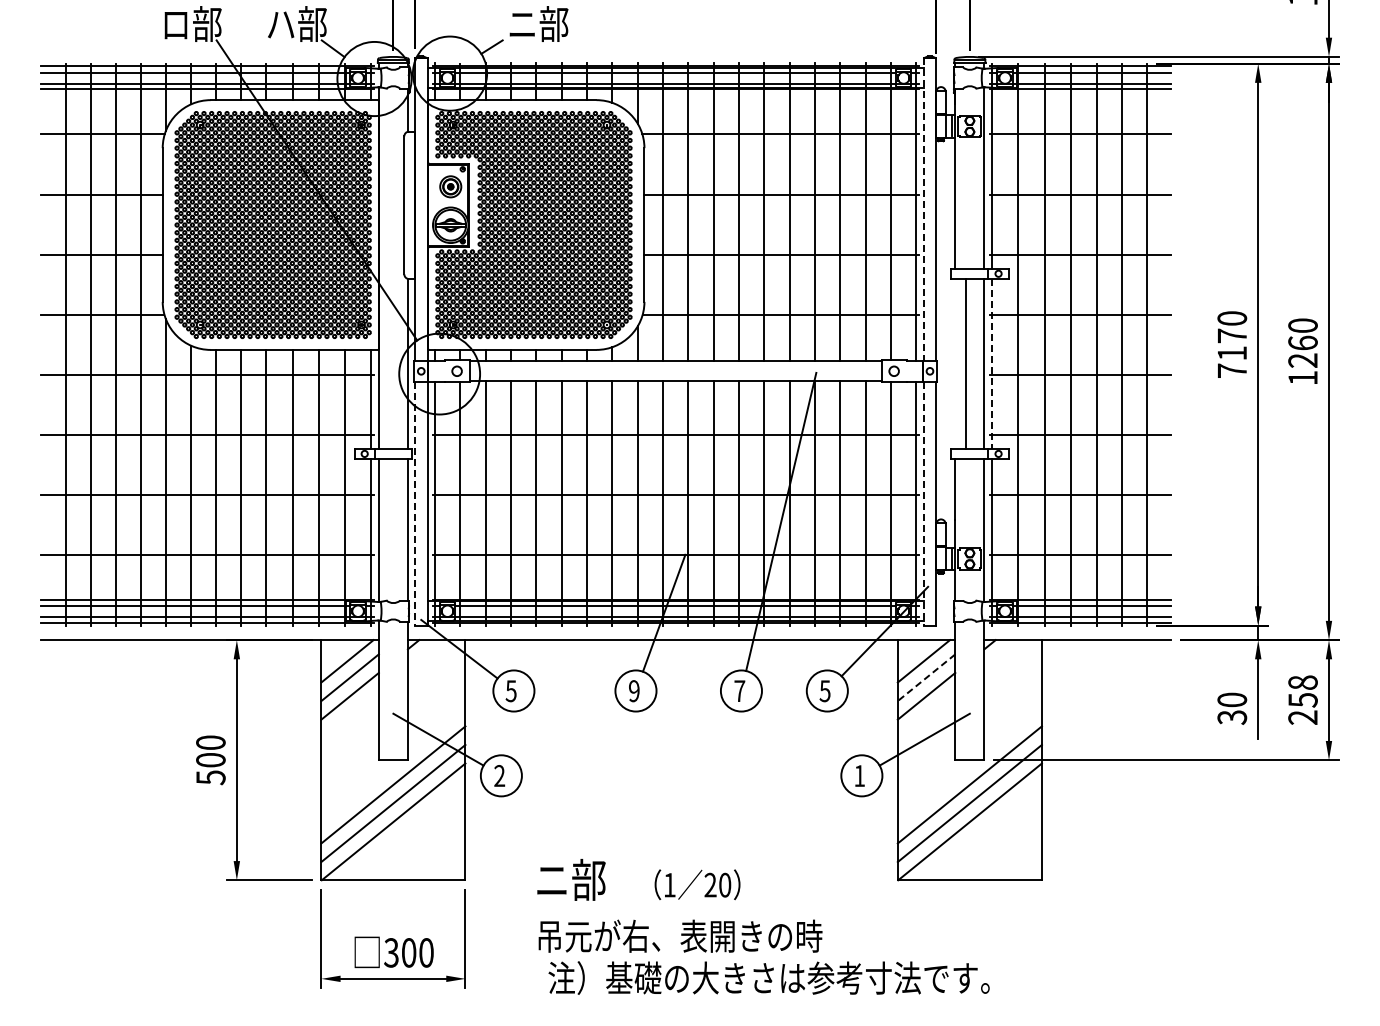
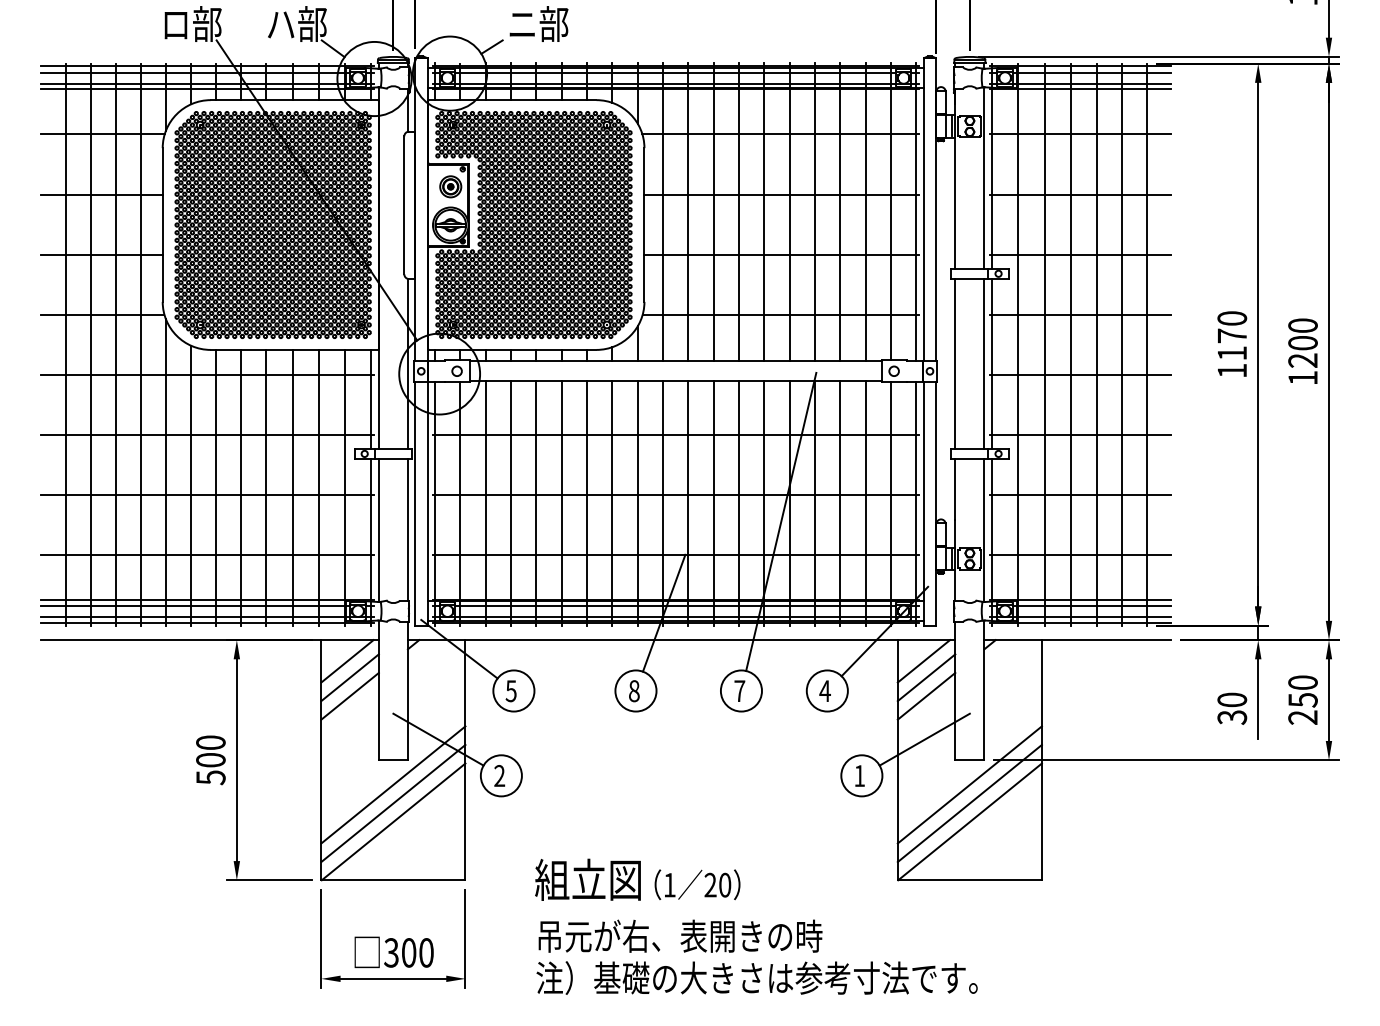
line at (923, 210): dashed -> solid
text at (1302, 342): 1260 -> 1200
line at (966, 363) position: (966, 363) -> (955, 363)
line at (992, 364): dashed -> solid
text at (1231, 370): 7170 -> 1170
line at (415, 504): dashed -> solid
line at (923, 504): dashed -> solid
line at (926, 678): dashed -> solid
text at (1302, 682): 258 -> 250
text at (634, 691): 9 -> 8
text at (824, 691): 5 -> 4
text at (587, 879): ニ部 -> 組立図
text at (768, 977) position: (768, 977) -> (756, 977)
